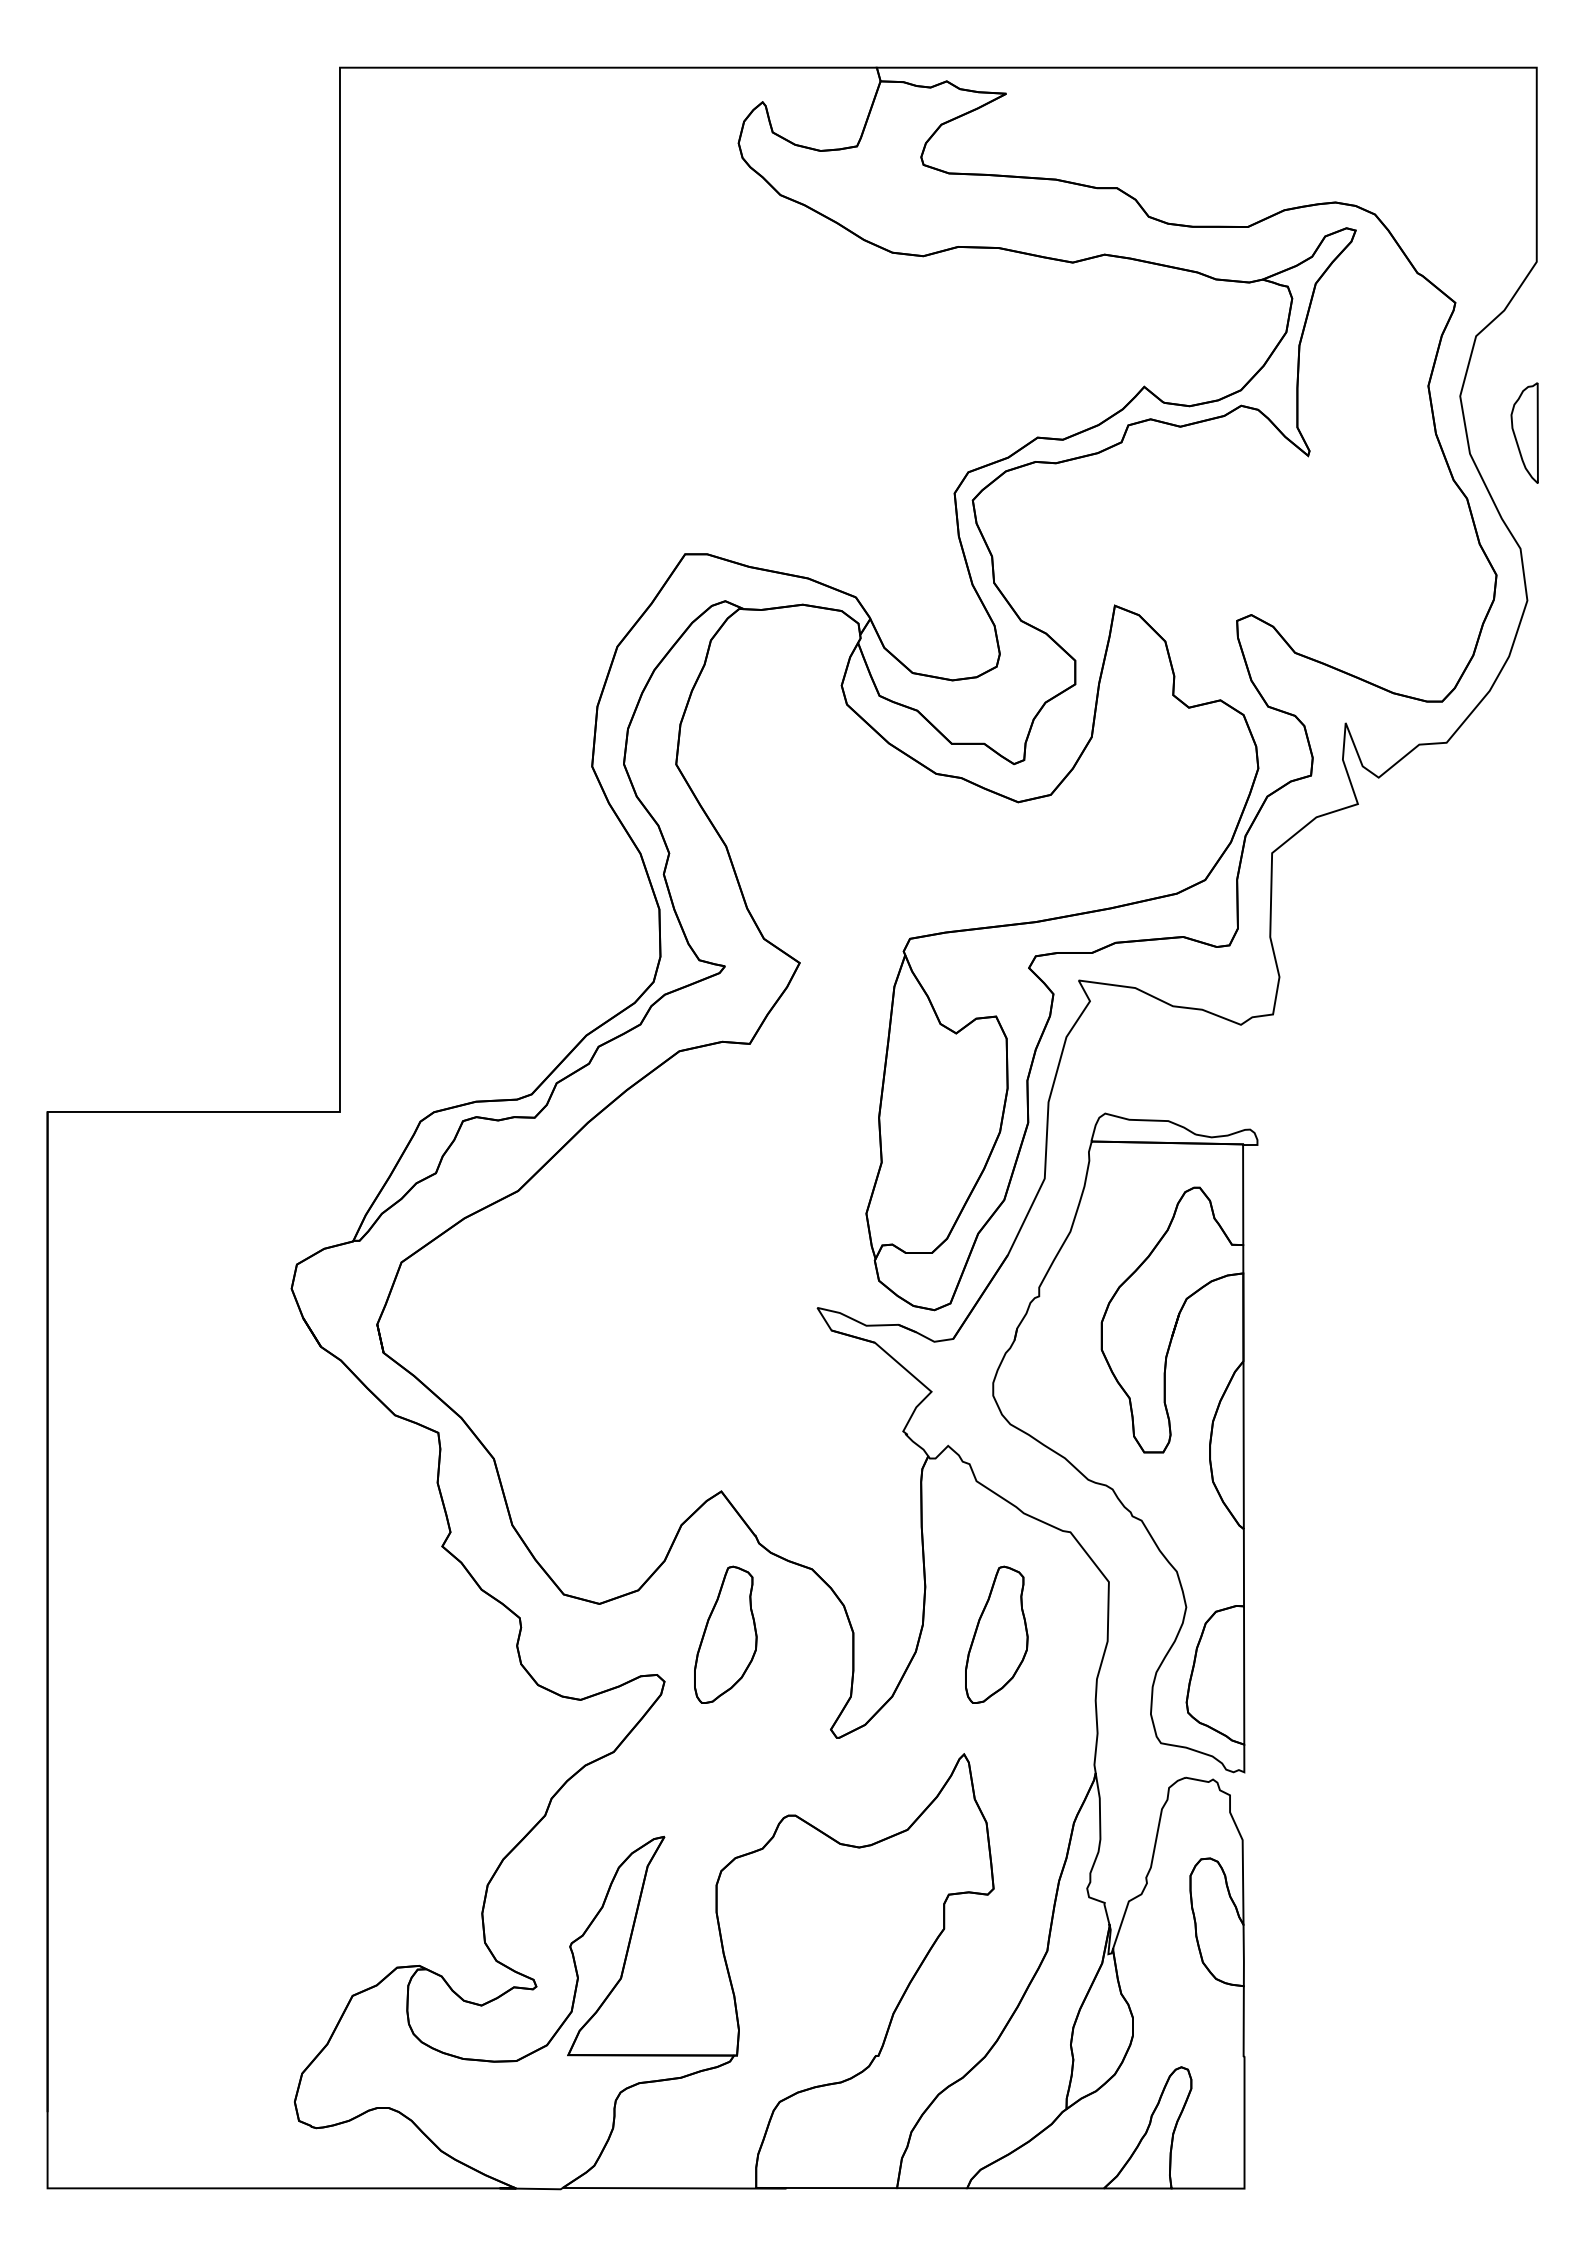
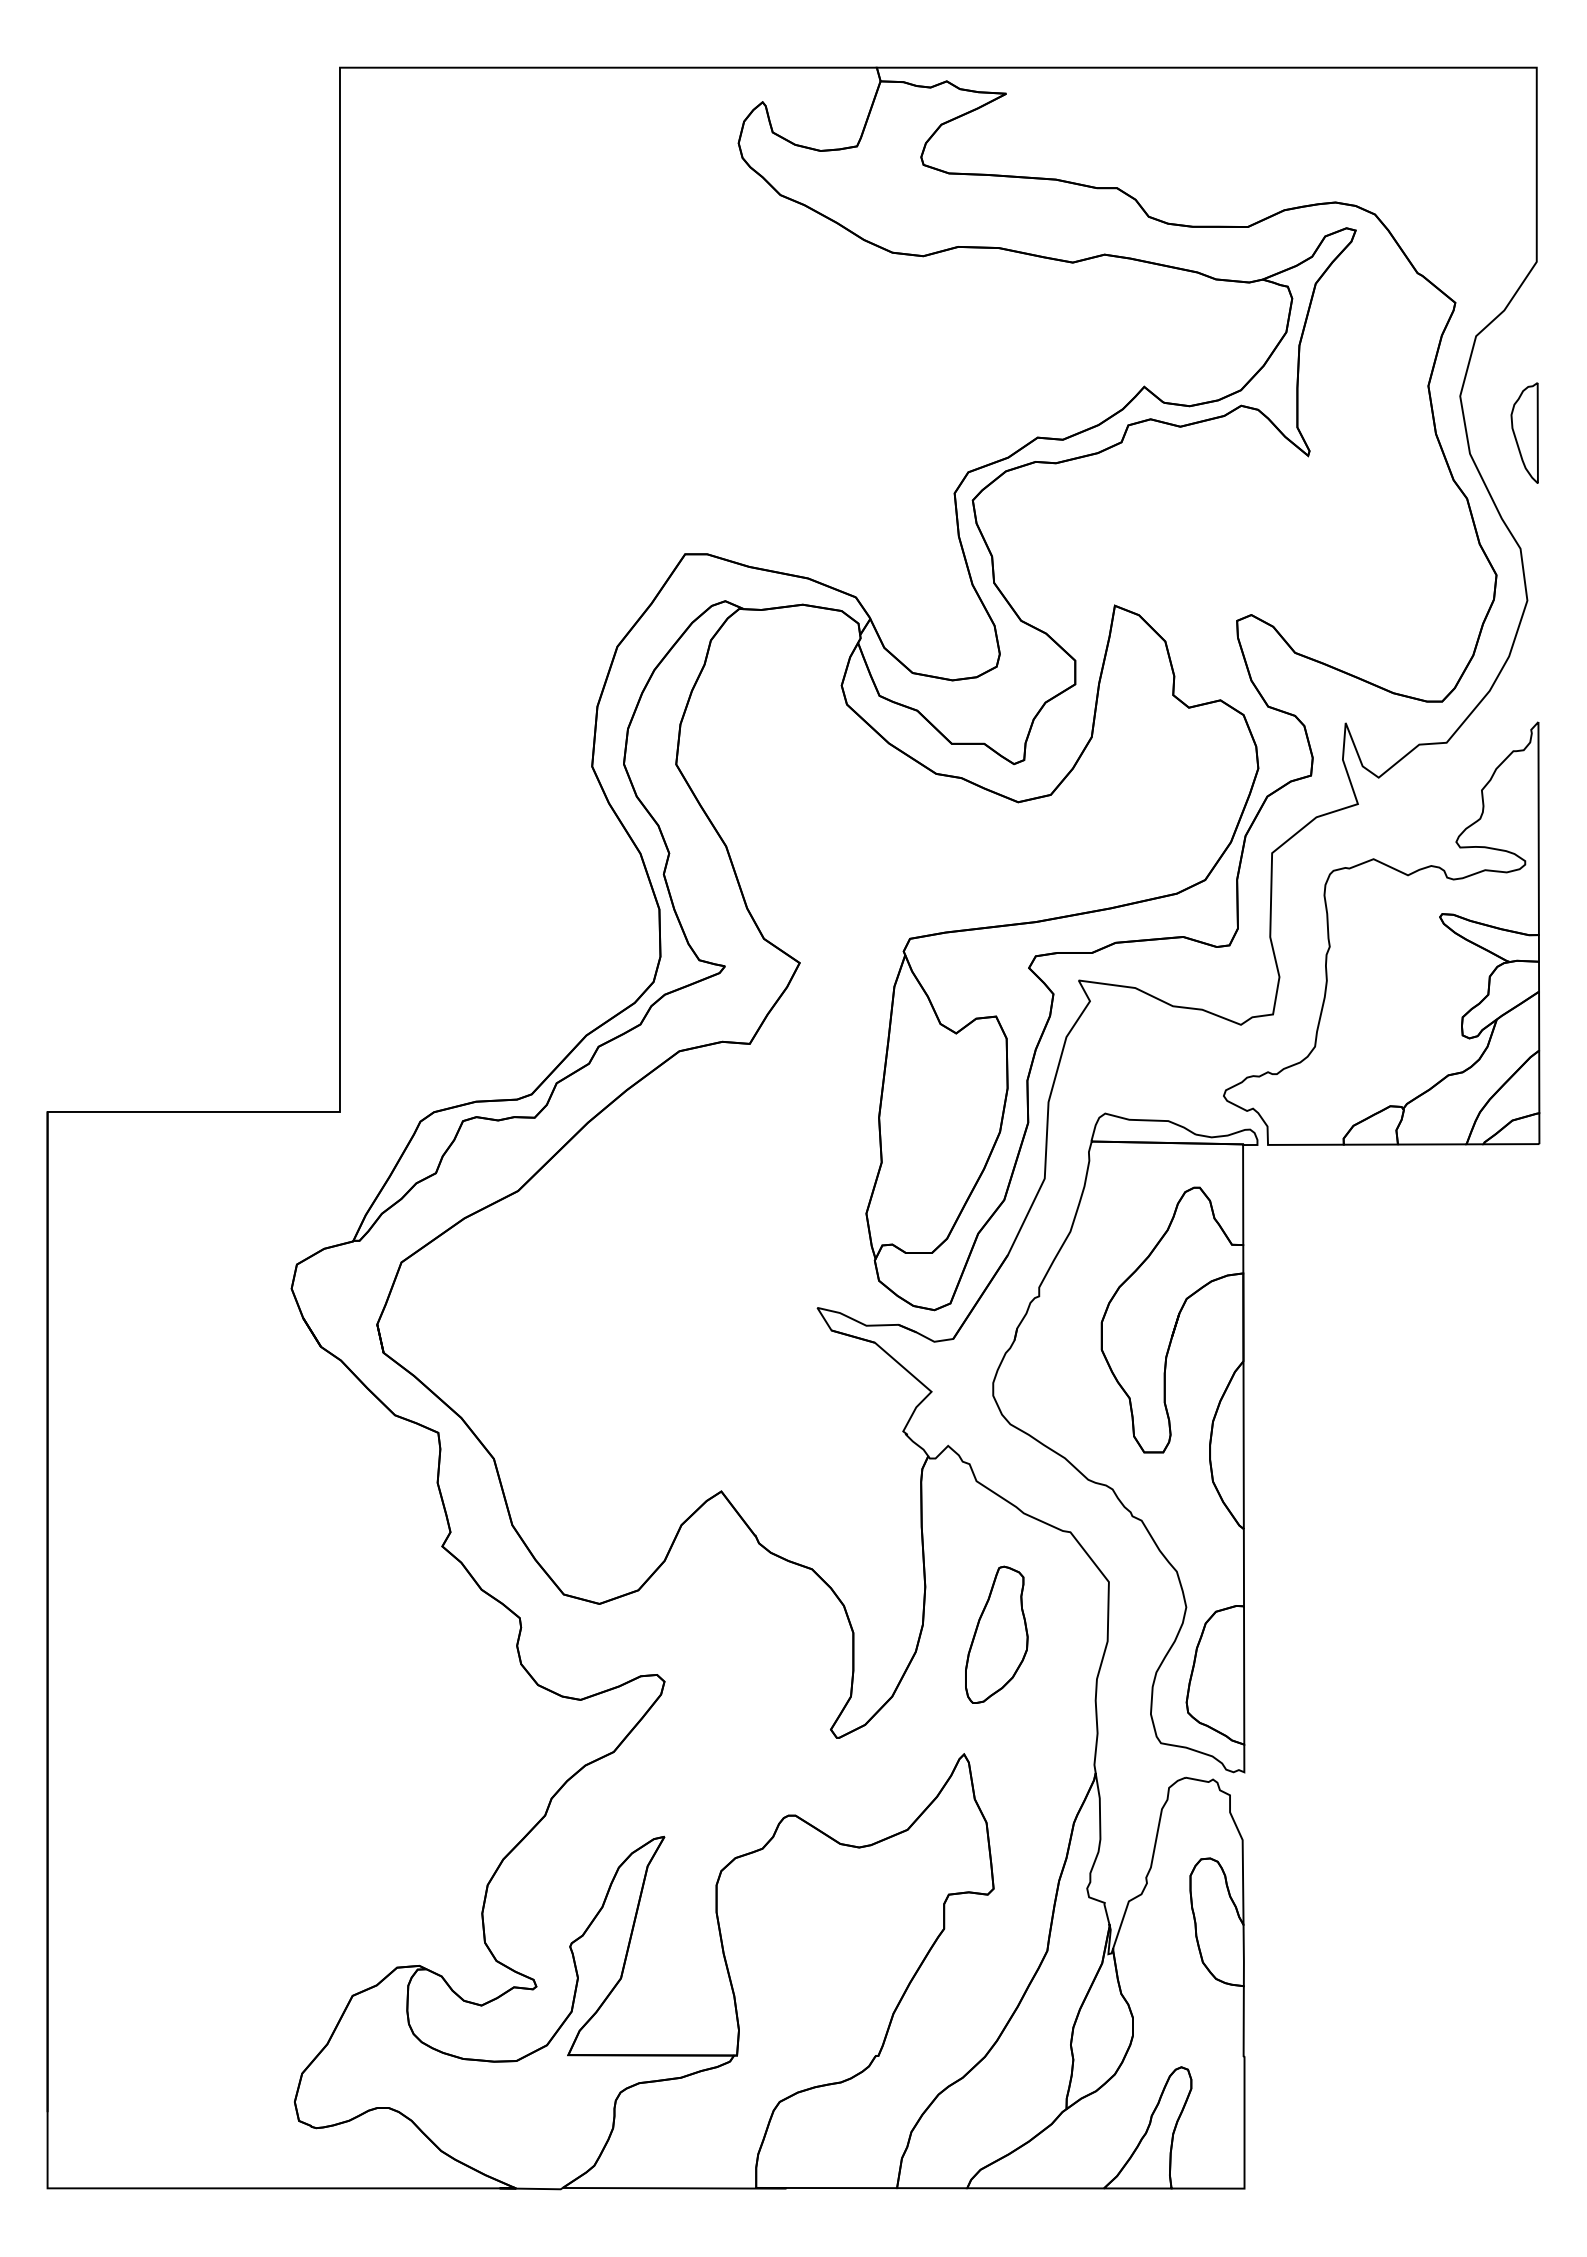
part at (1381, 933): none -> present
part at (725, 1634): present -> none
